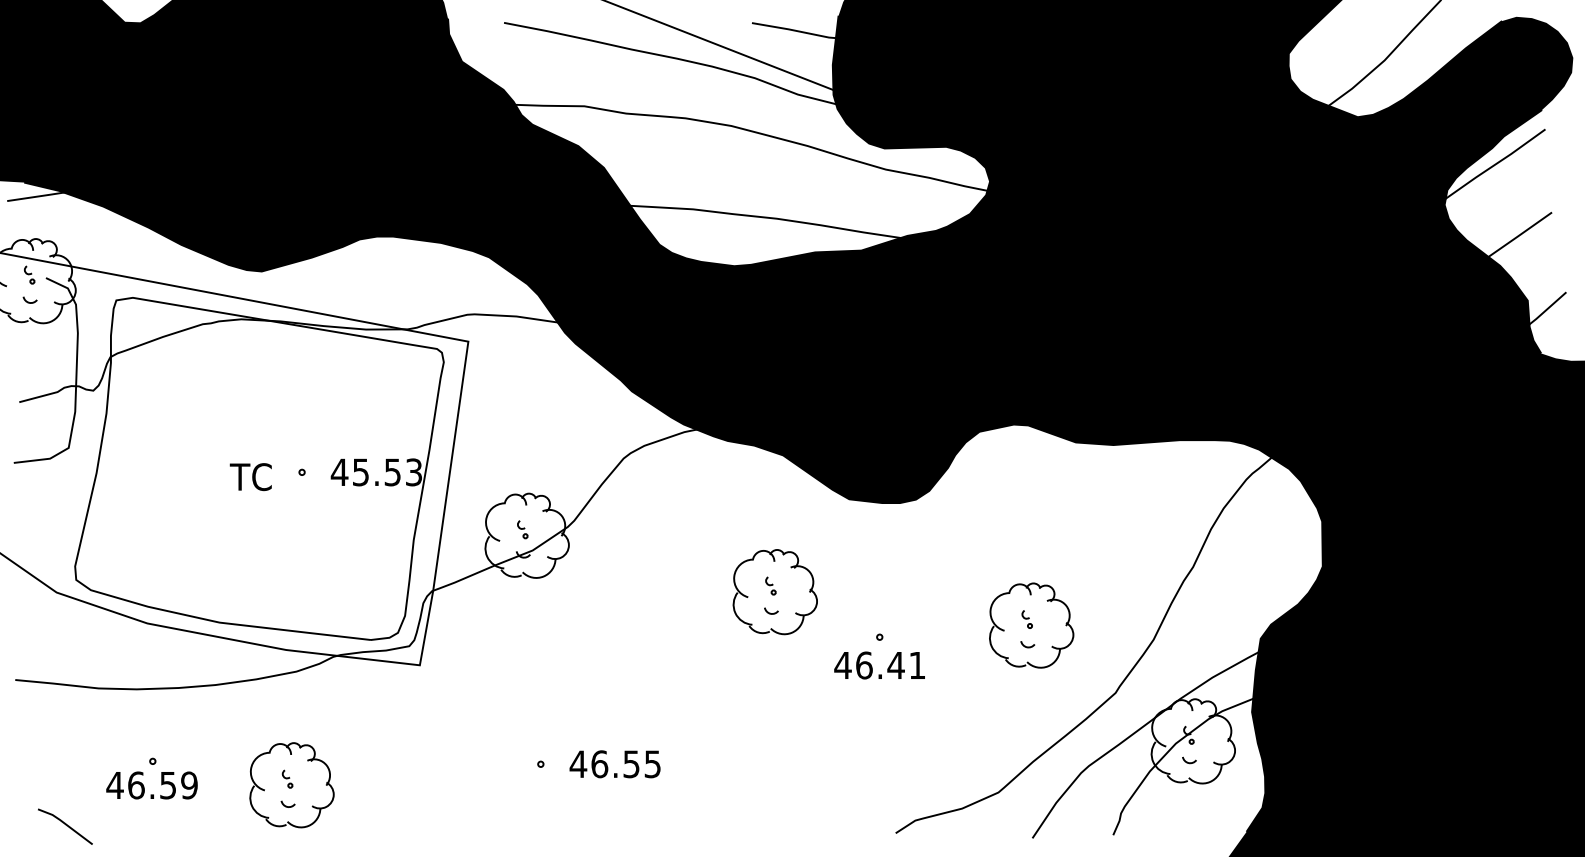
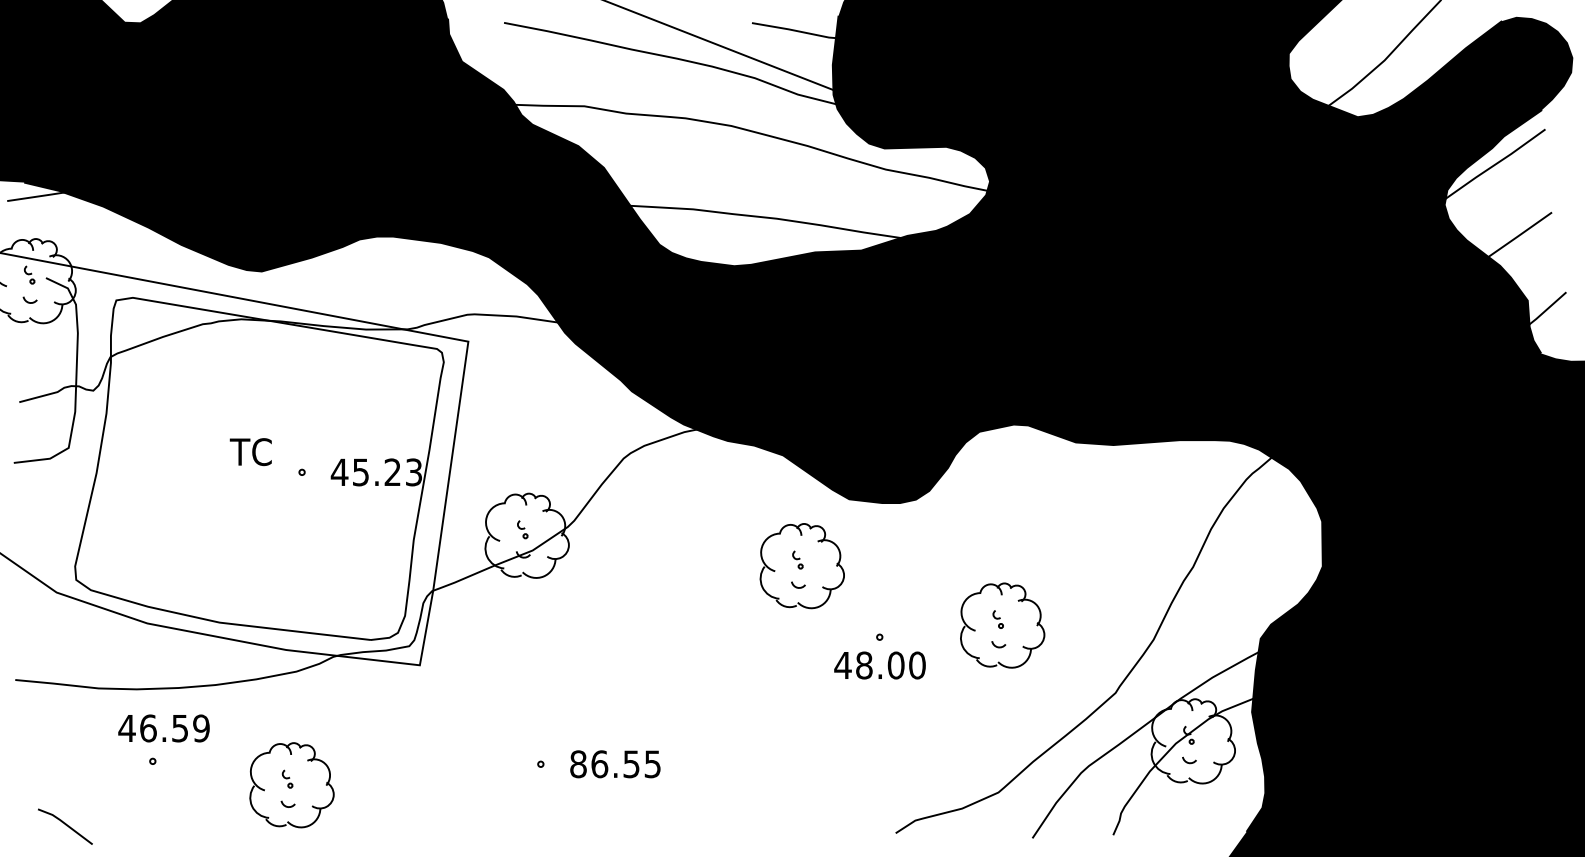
text at (392, 472): 45.53 -> 45.23
text at (250, 477) position: (250, 477) -> (250, 452)
part at (774, 592) position: (774, 592) -> (801, 566)
part at (1031, 625) position: (1031, 625) -> (1002, 625)
text at (890, 665): 46.41 -> 48.00
text at (578, 764): 46.55 -> 86.55
text at (151, 785) position: (151, 785) -> (163, 728)
